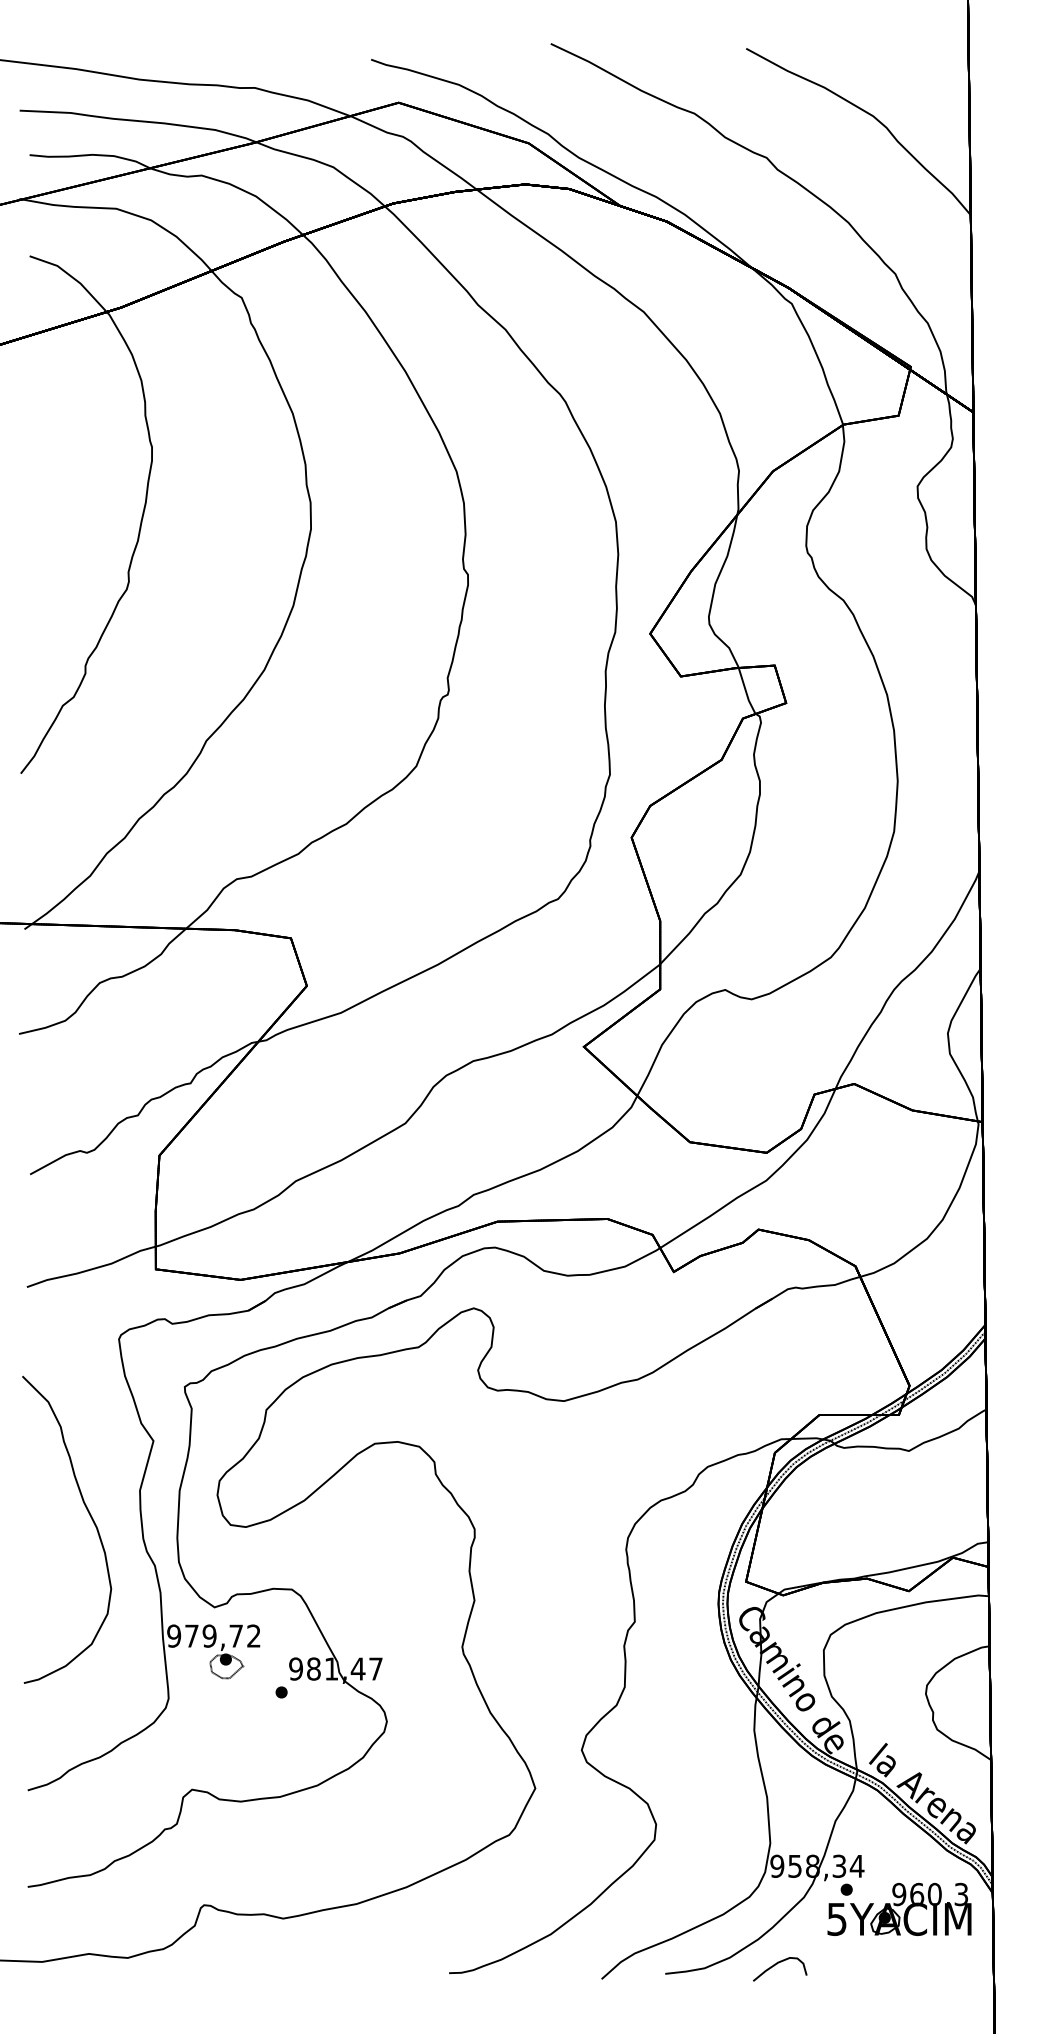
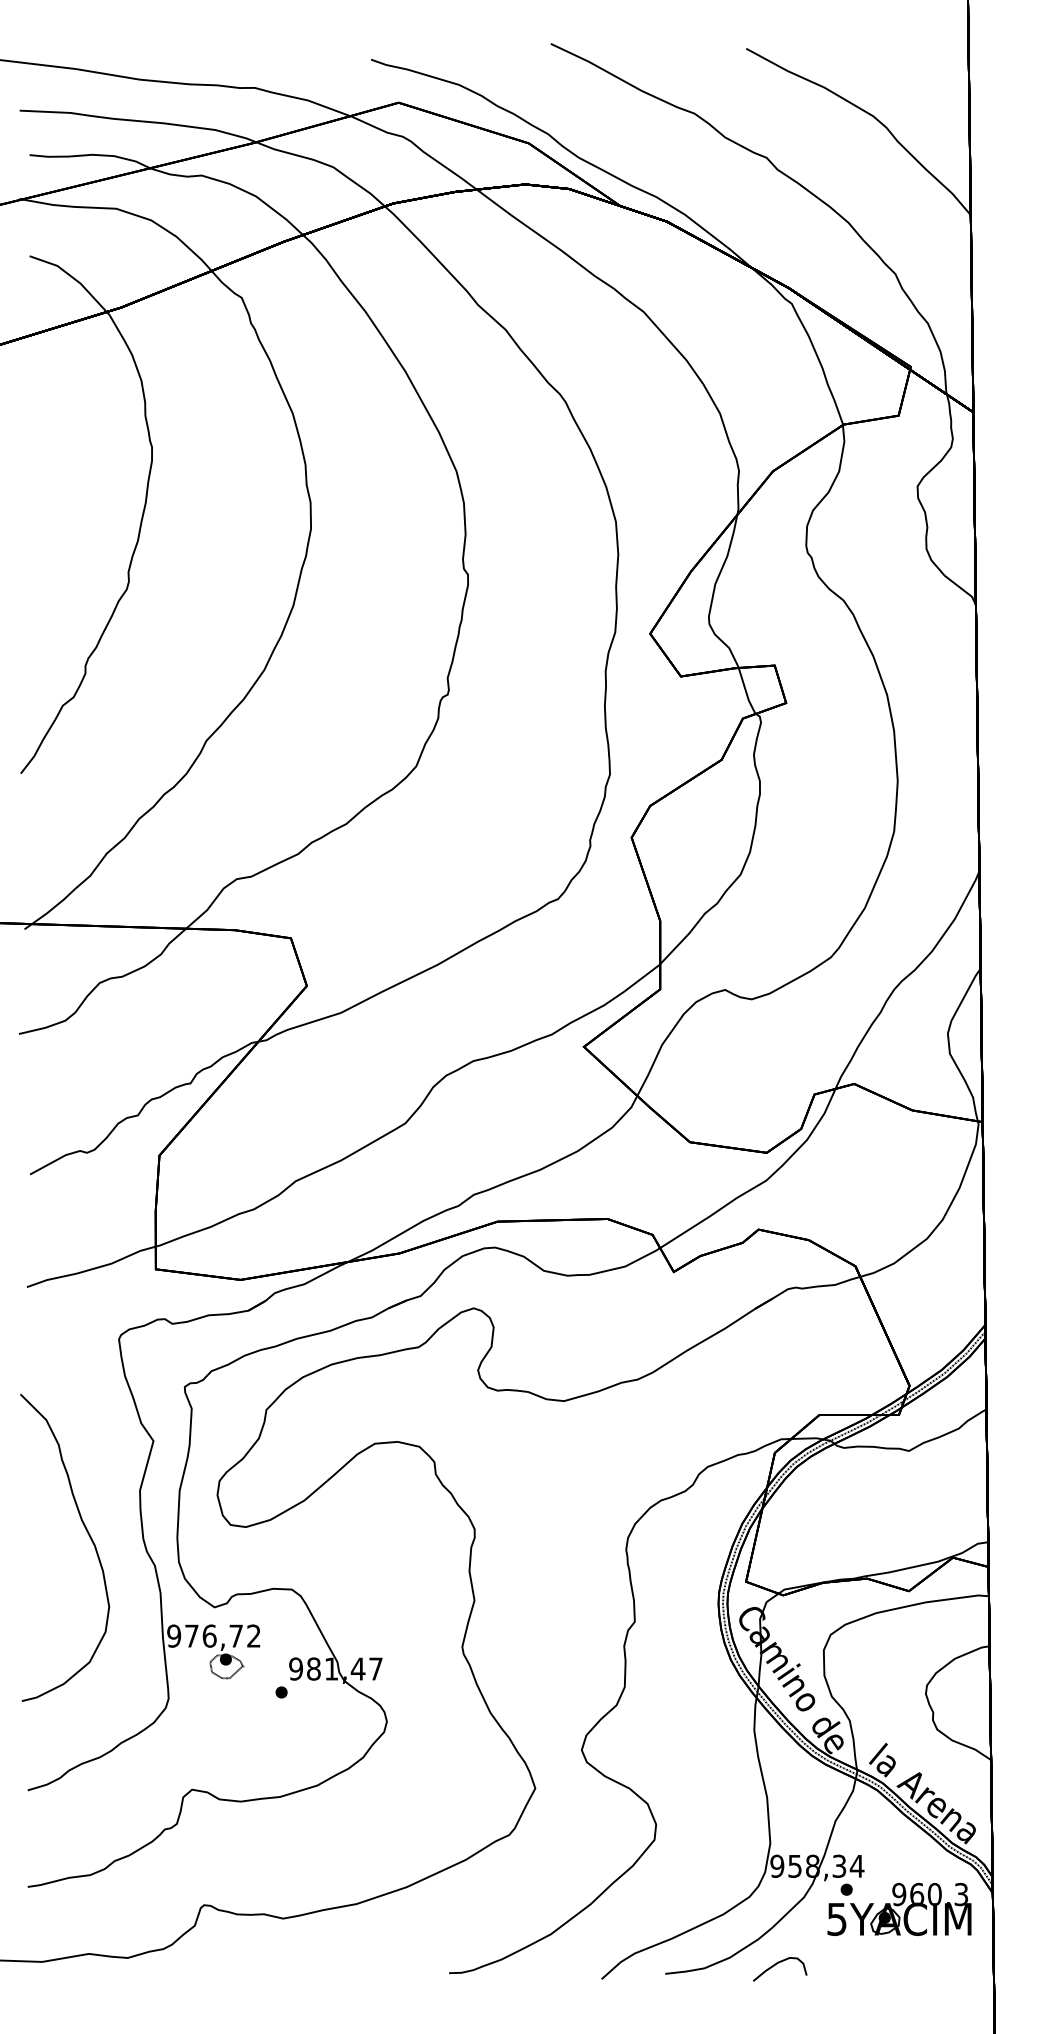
curve at (90, 1517) position: (90, 1517) -> (88, 1535)
text at (209, 1635): 979,72 -> 976,72
